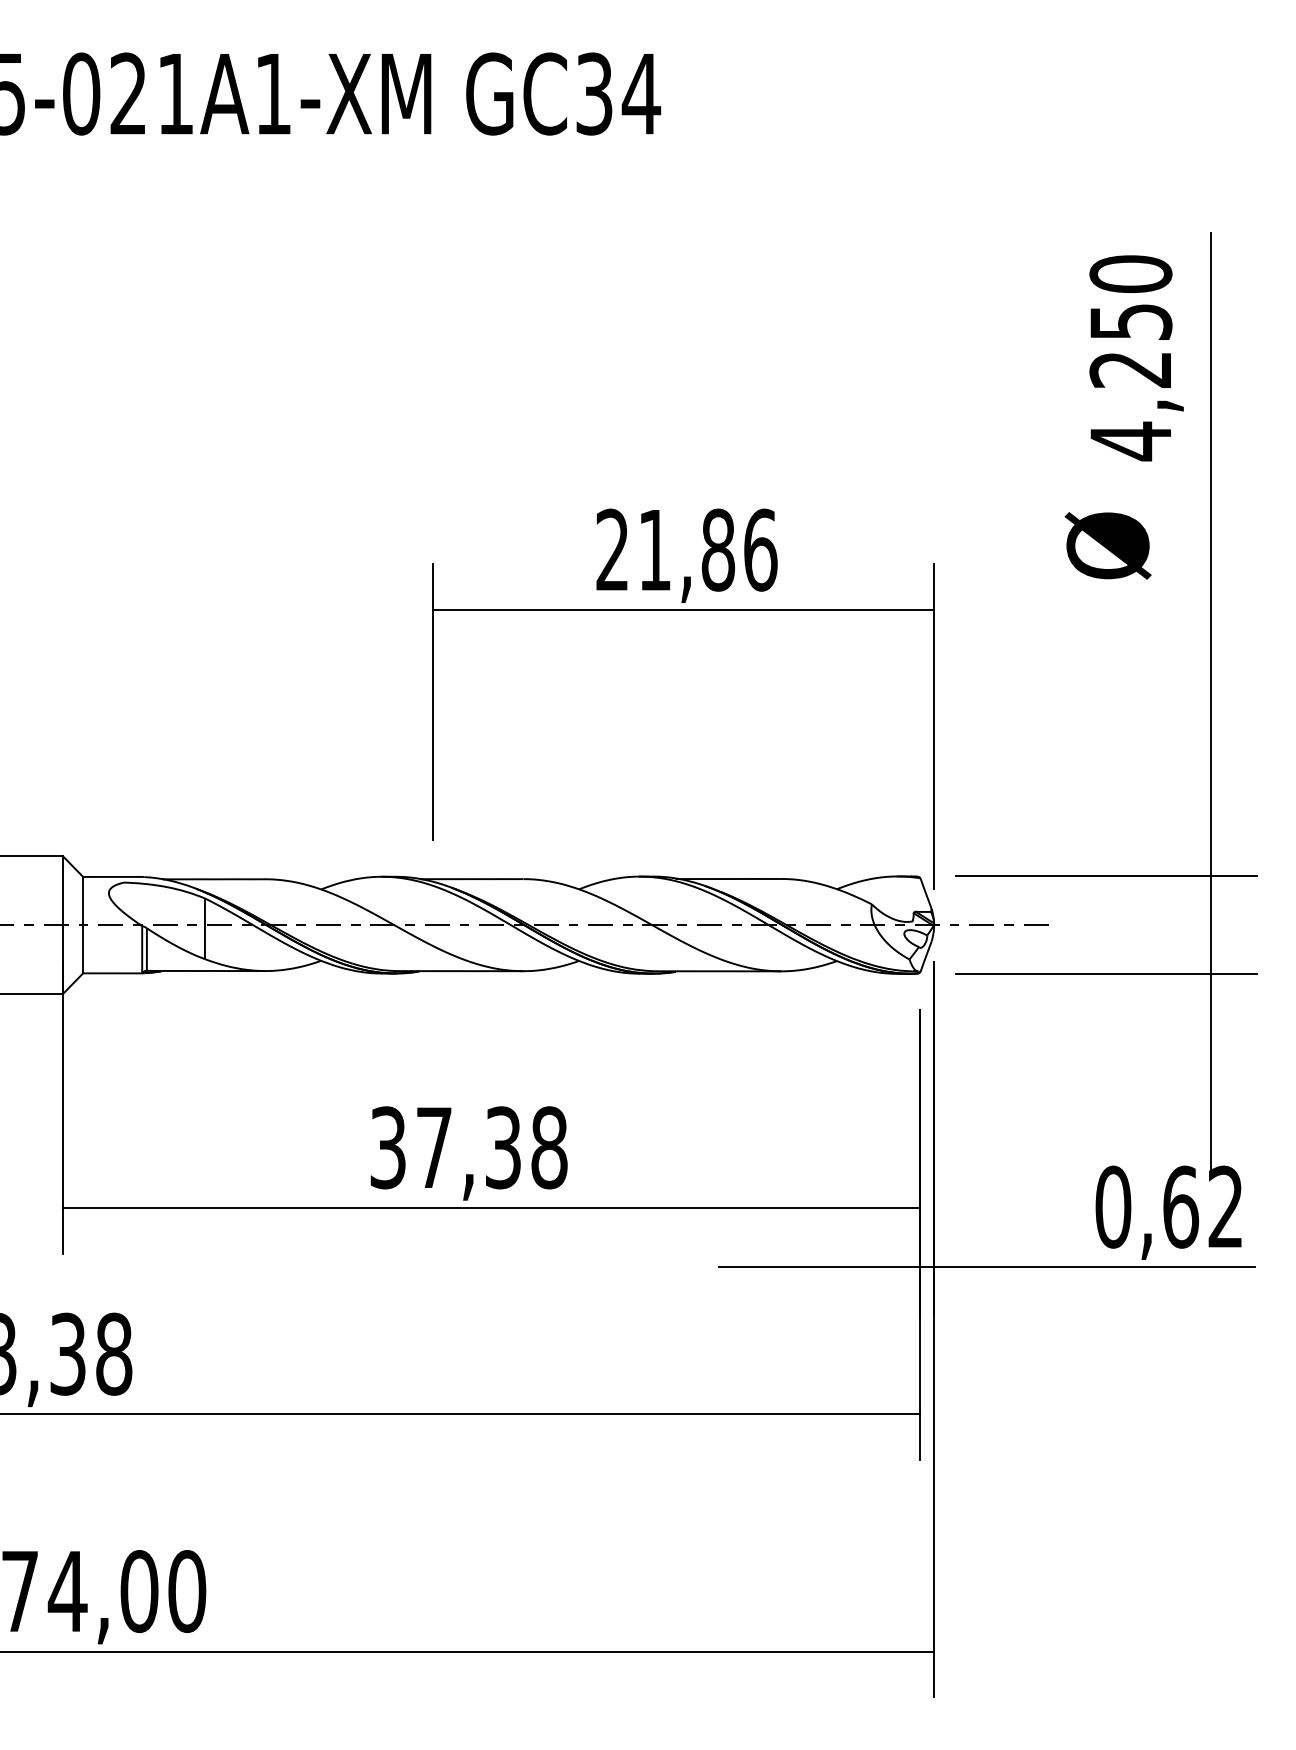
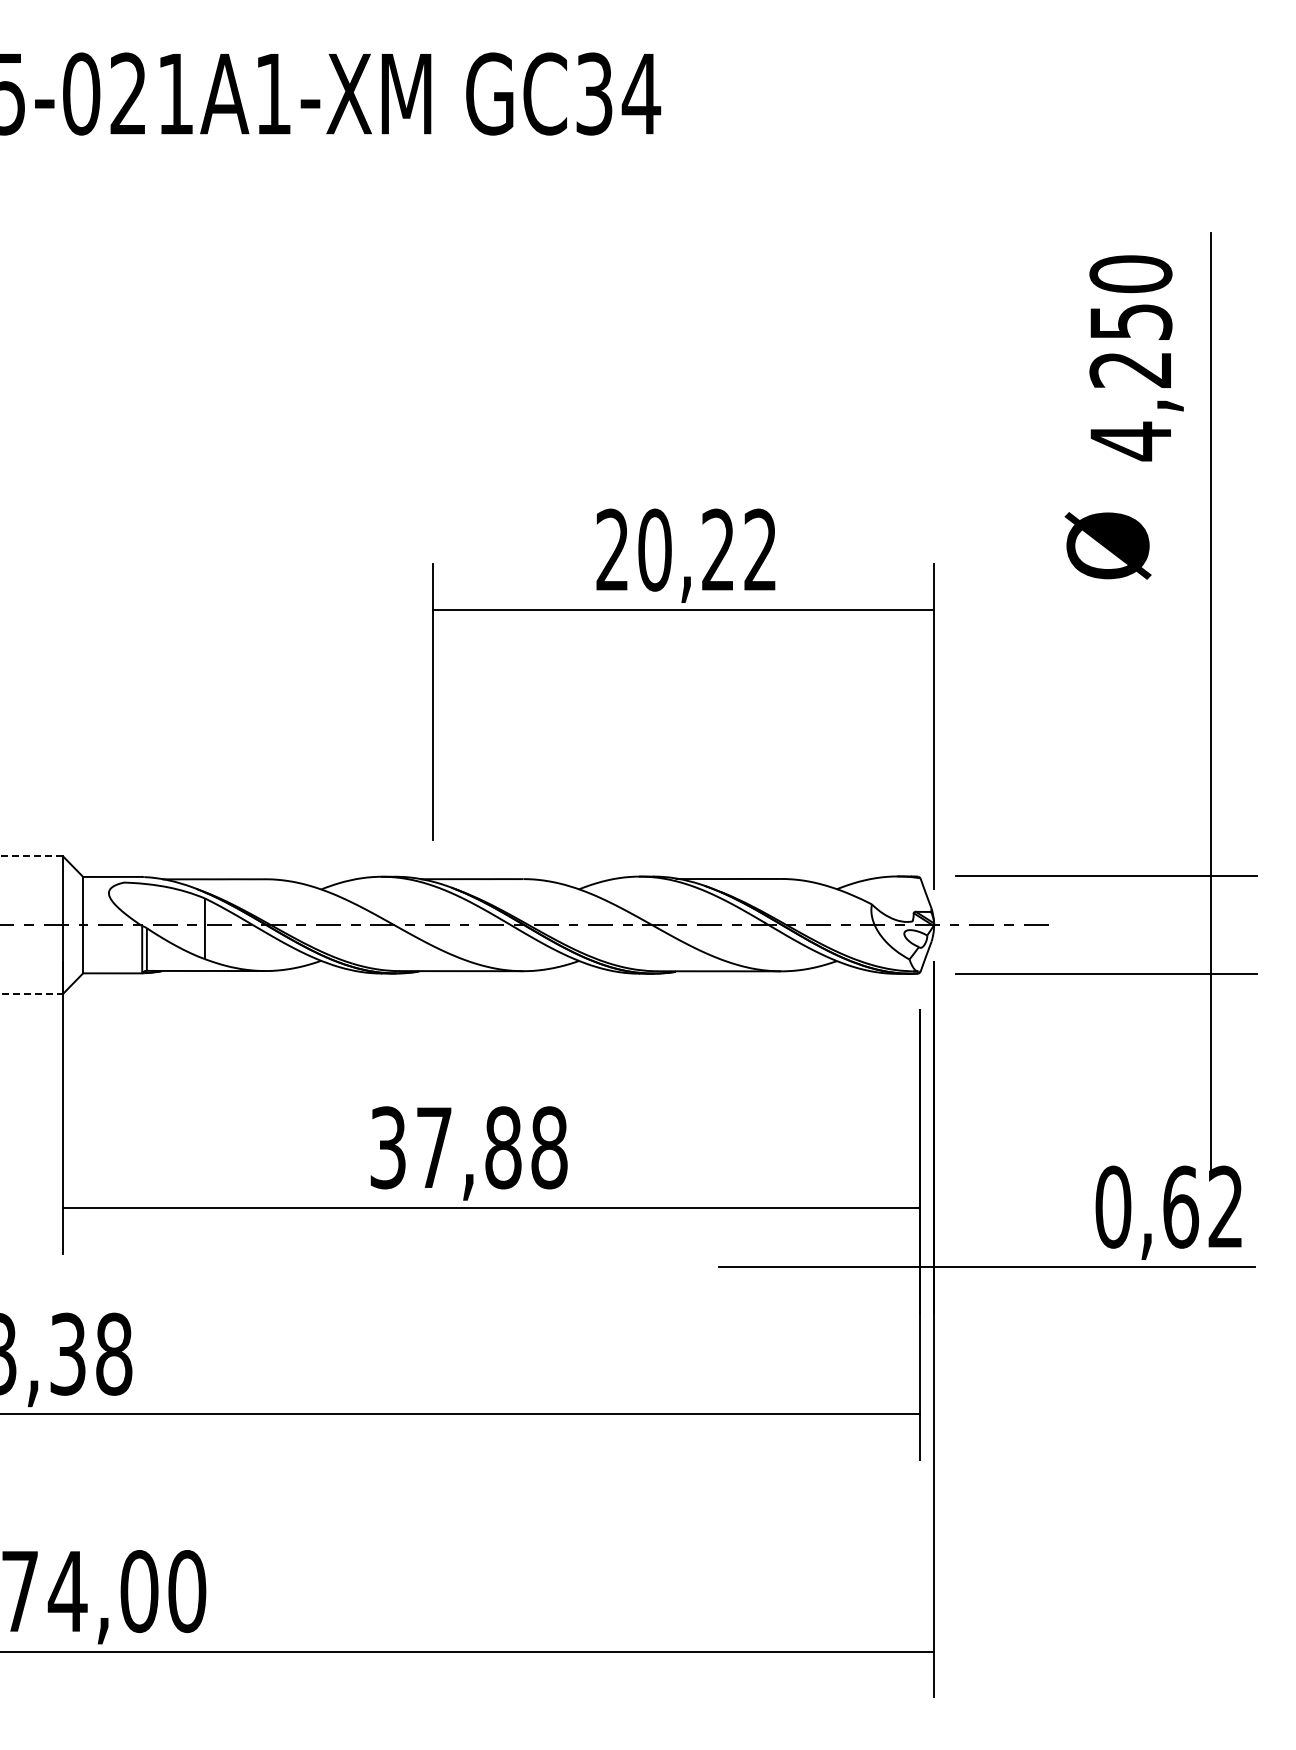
text at (707, 549): 21,86 -> 20,22
line at (31, 856): solid -> dashed
line at (32, 993): solid -> dashed
text at (503, 1147): 37,38 -> 37,88
